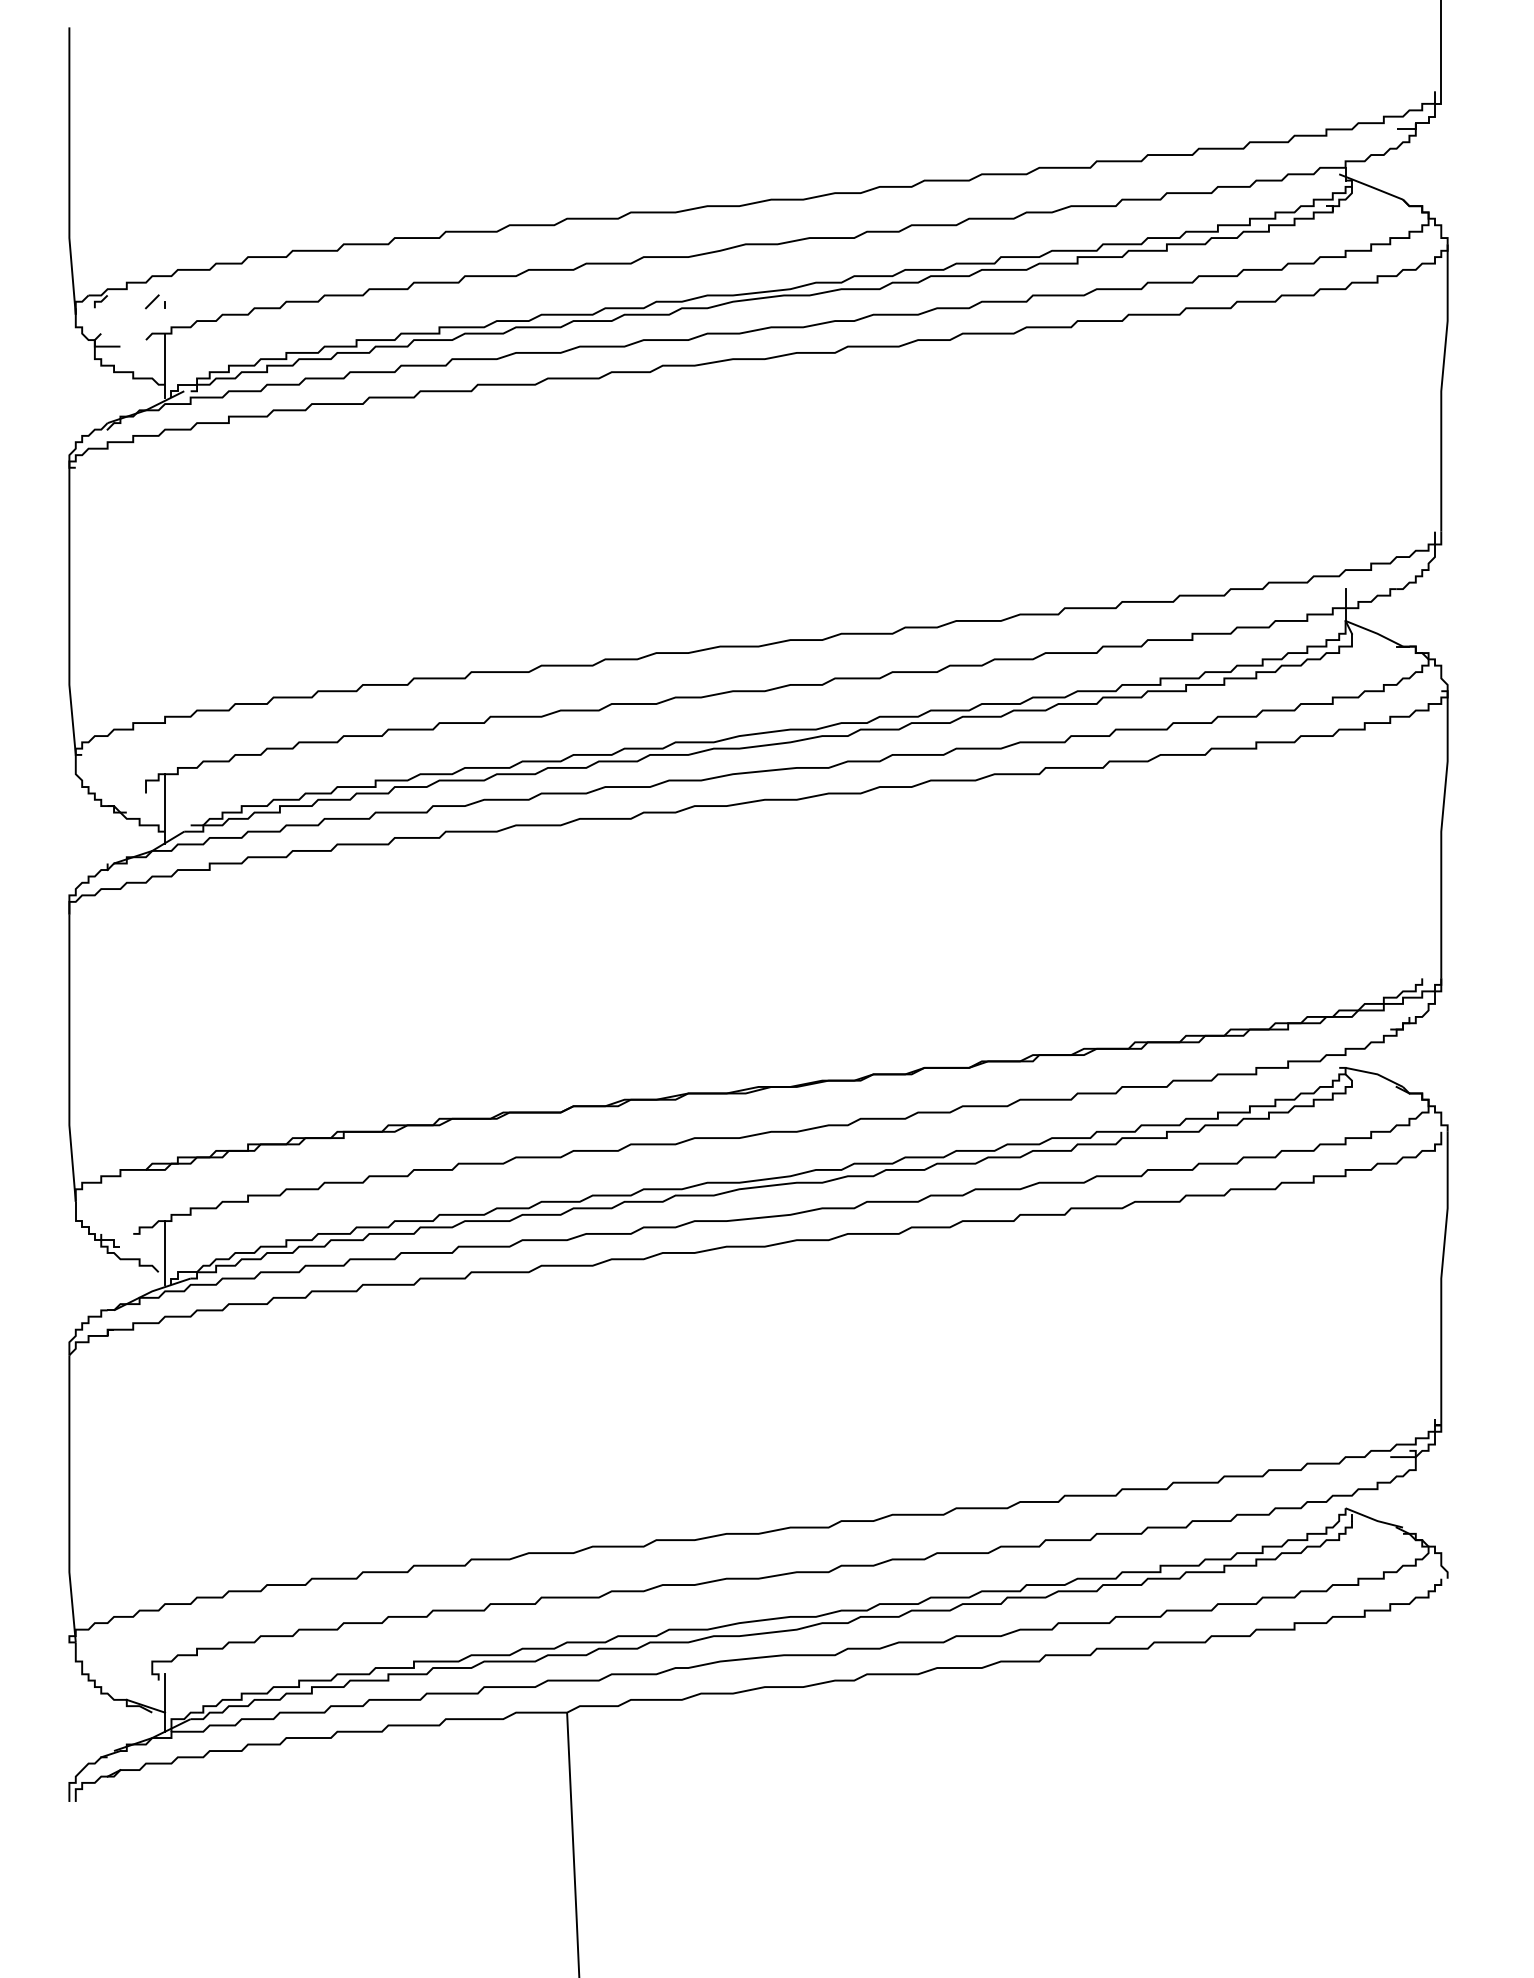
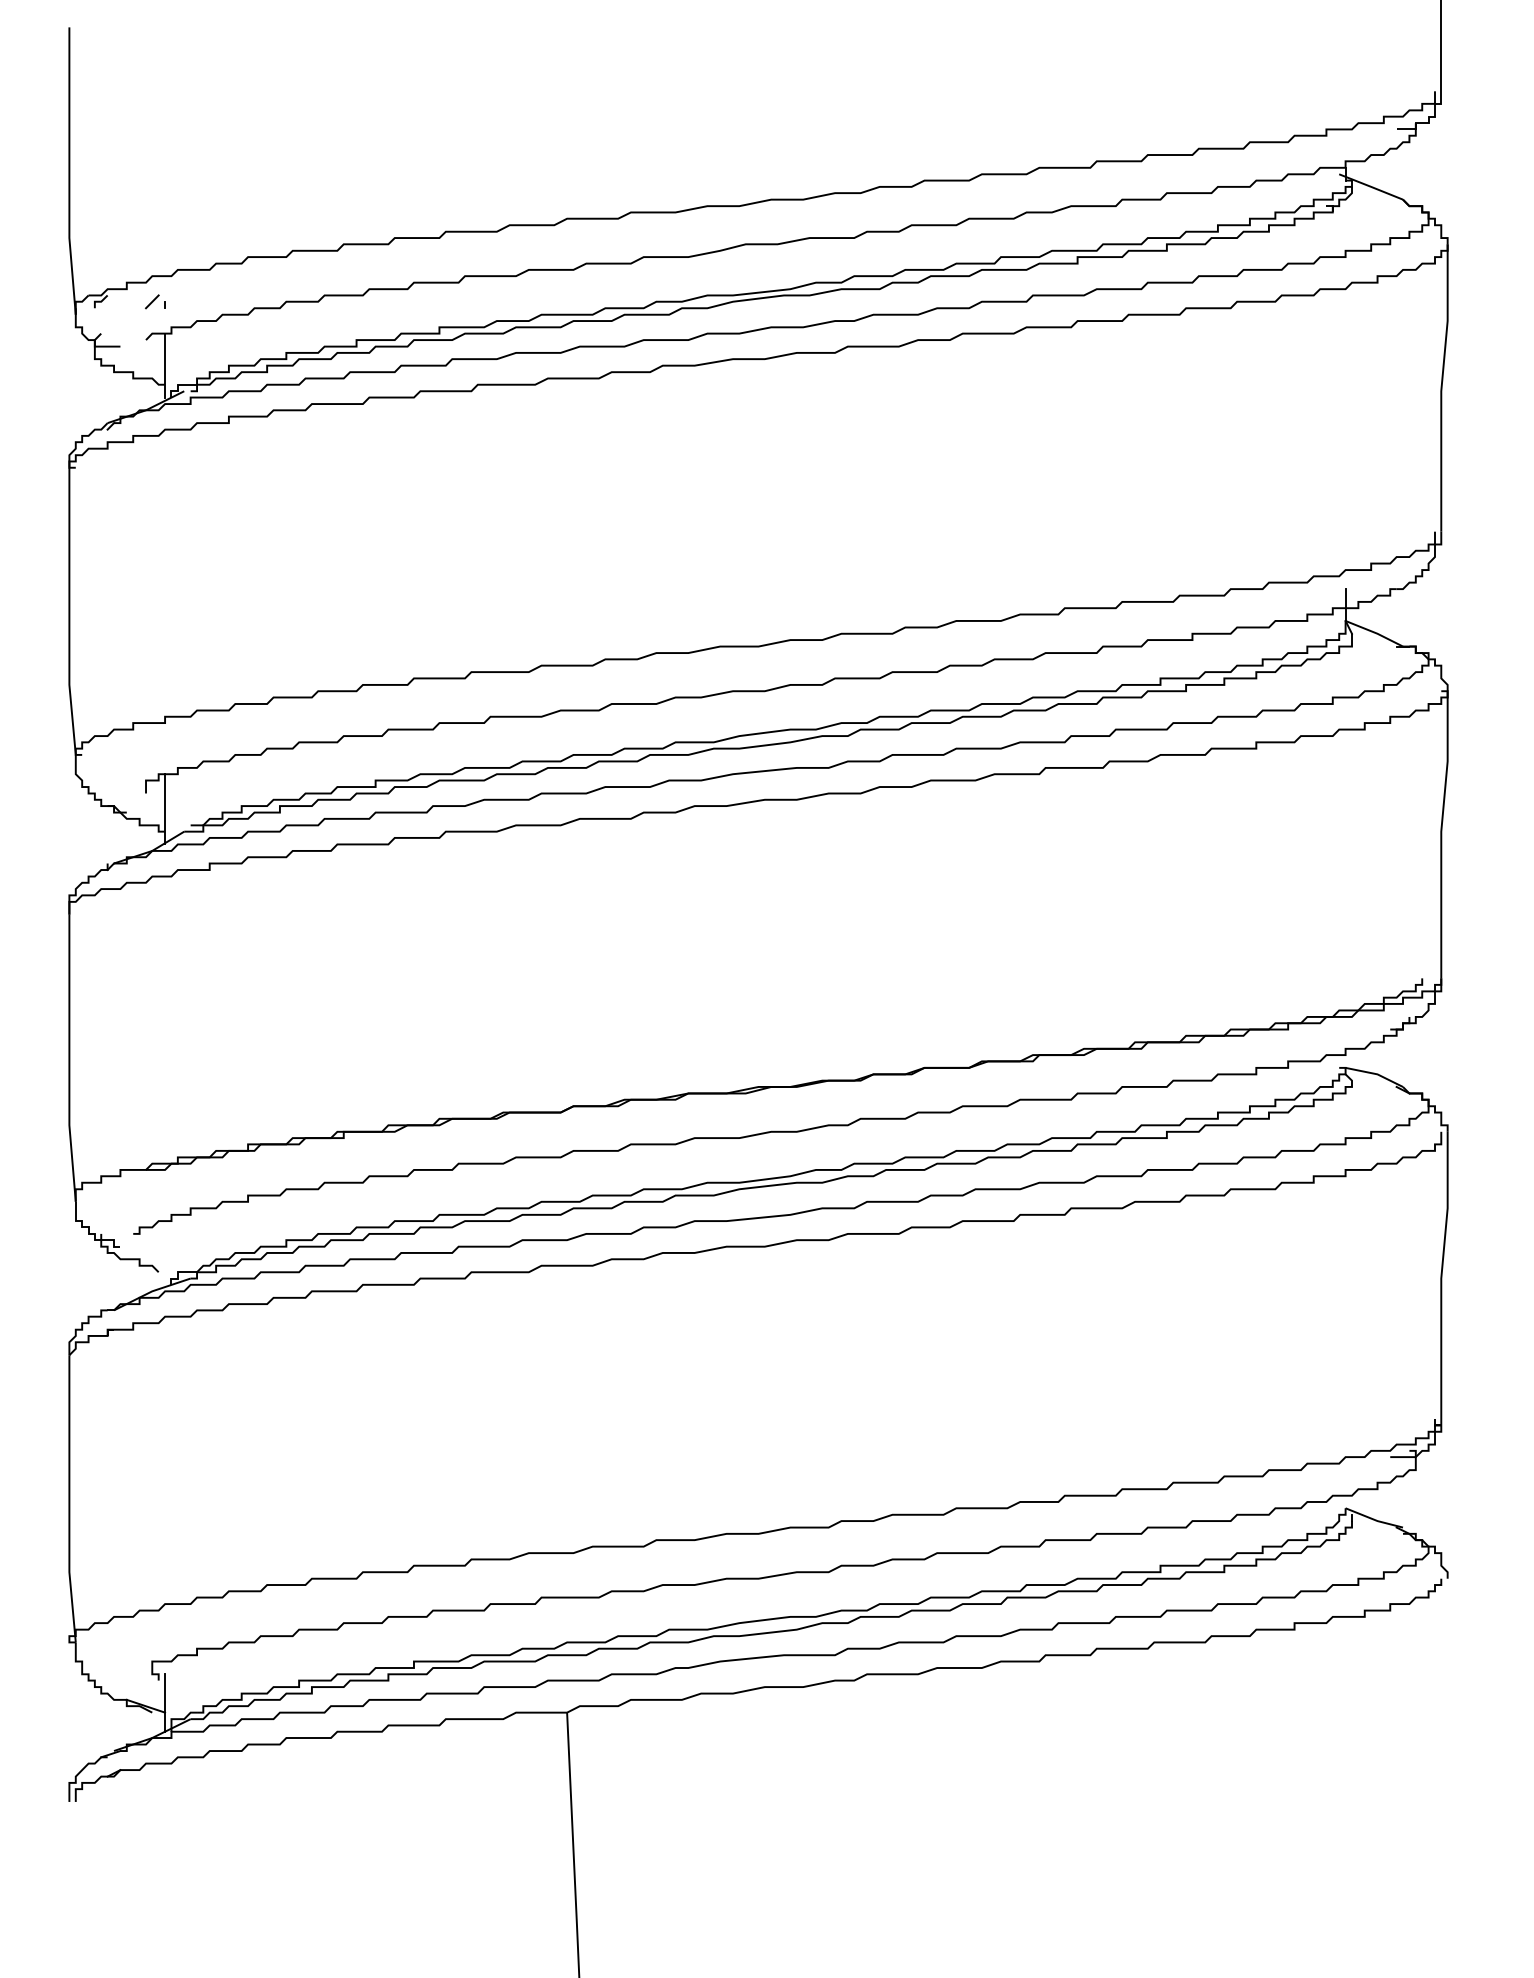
line at (165, 1252): present -> none
